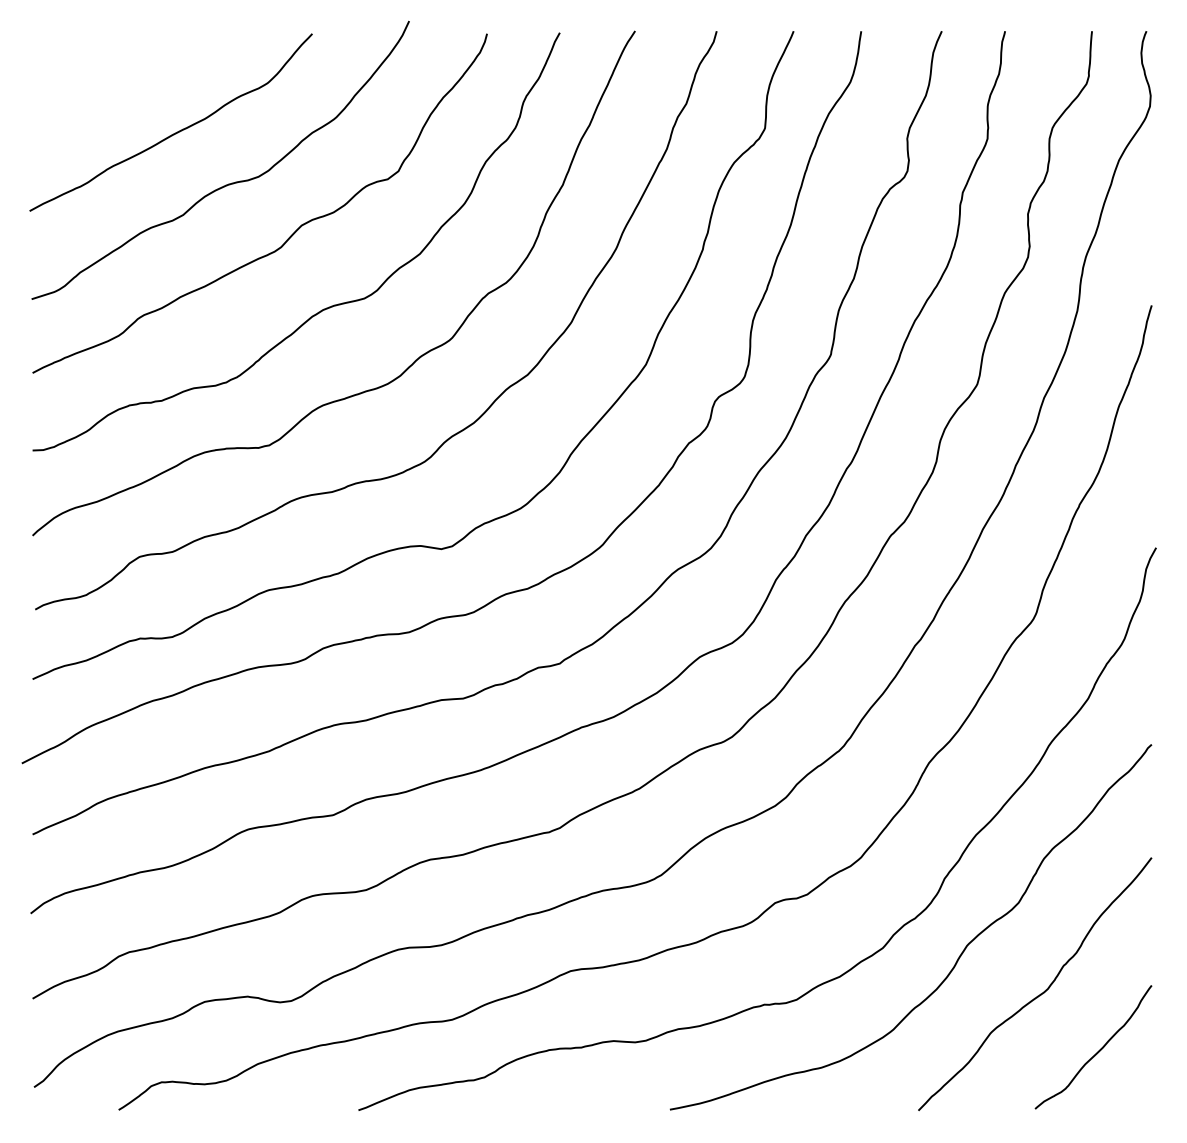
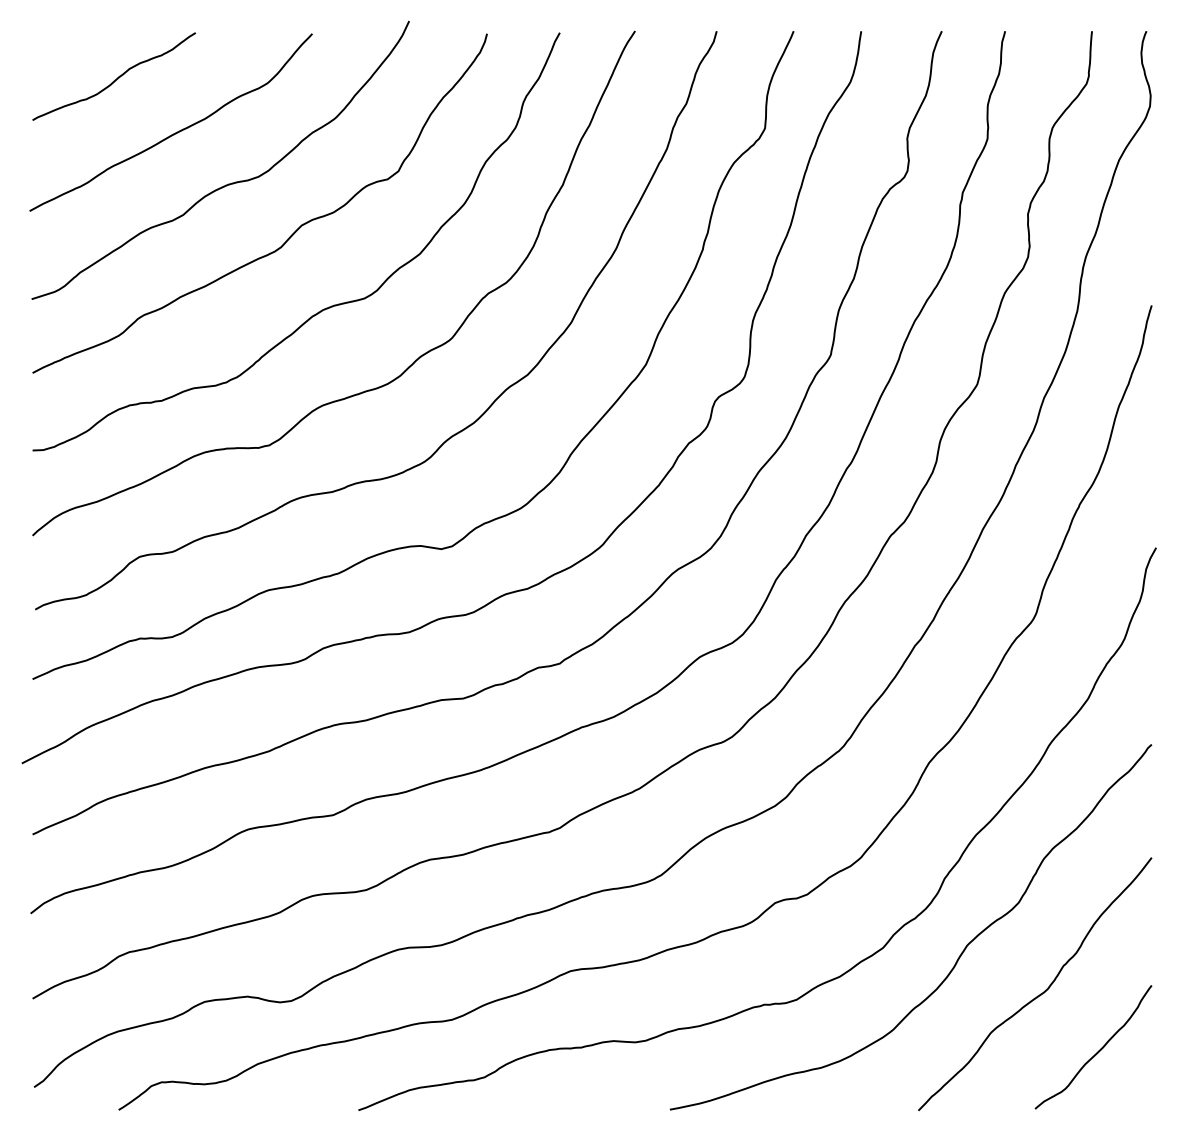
curve at (116, 78): none -> present
